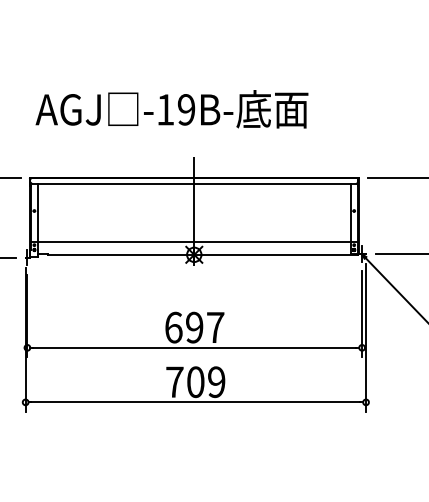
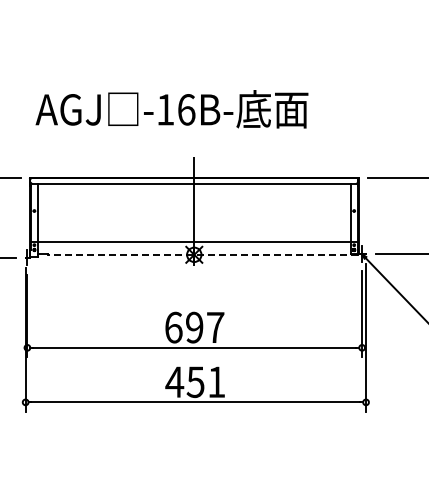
text at (186, 109): -19B- -> -16B-
line at (202, 254): solid -> dashed
text at (195, 382): 709 -> 451
